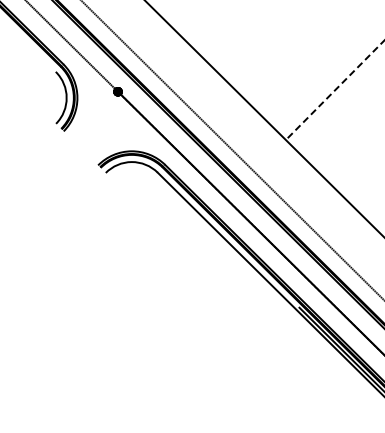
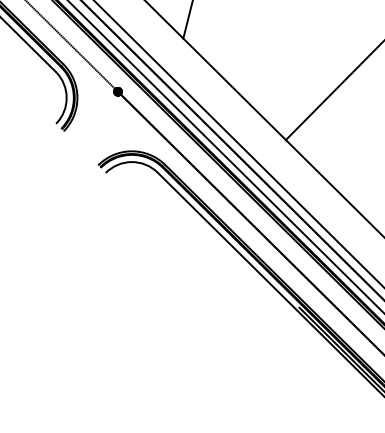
line at (187, 20): none -> present
line at (28, 45): none -> present
line at (335, 90): dashed -> solid
line at (238, 143): none -> present
line at (231, 149): none -> present
line at (225, 156): none -> present
